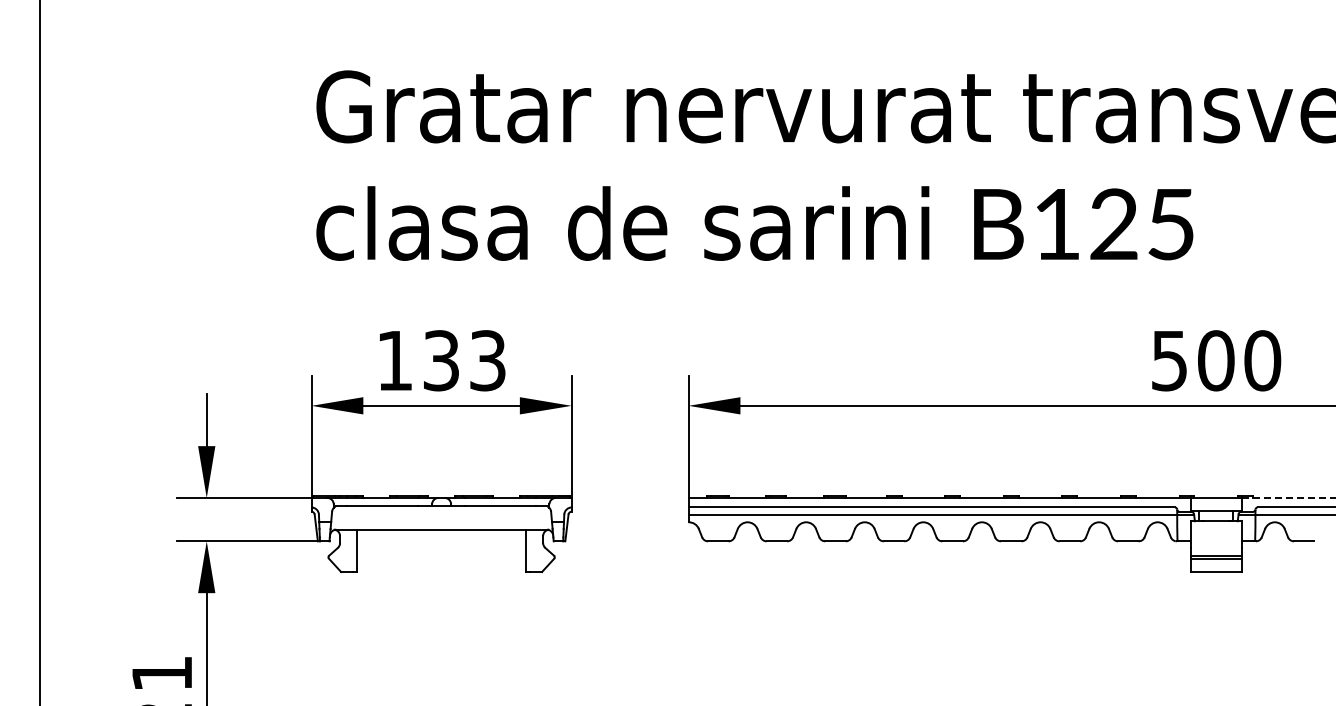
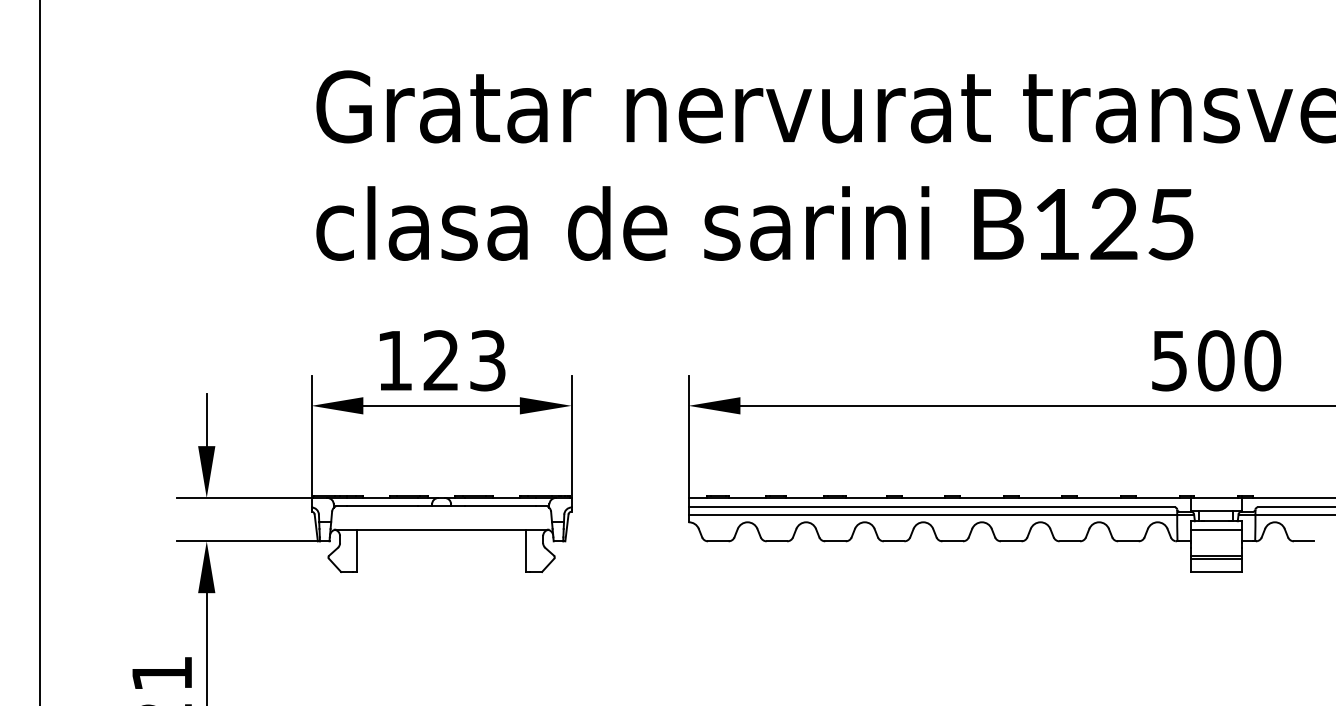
text at (440, 360): 133 -> 123
line at (1288, 497): dashed -> solid
line at (1215, 529): none -> present
